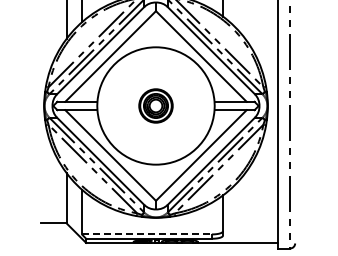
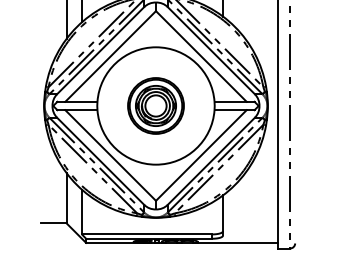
part at (155, 105) size: 36x36 px -> 58x58 px
line at (146, 234): dashed -> solid
